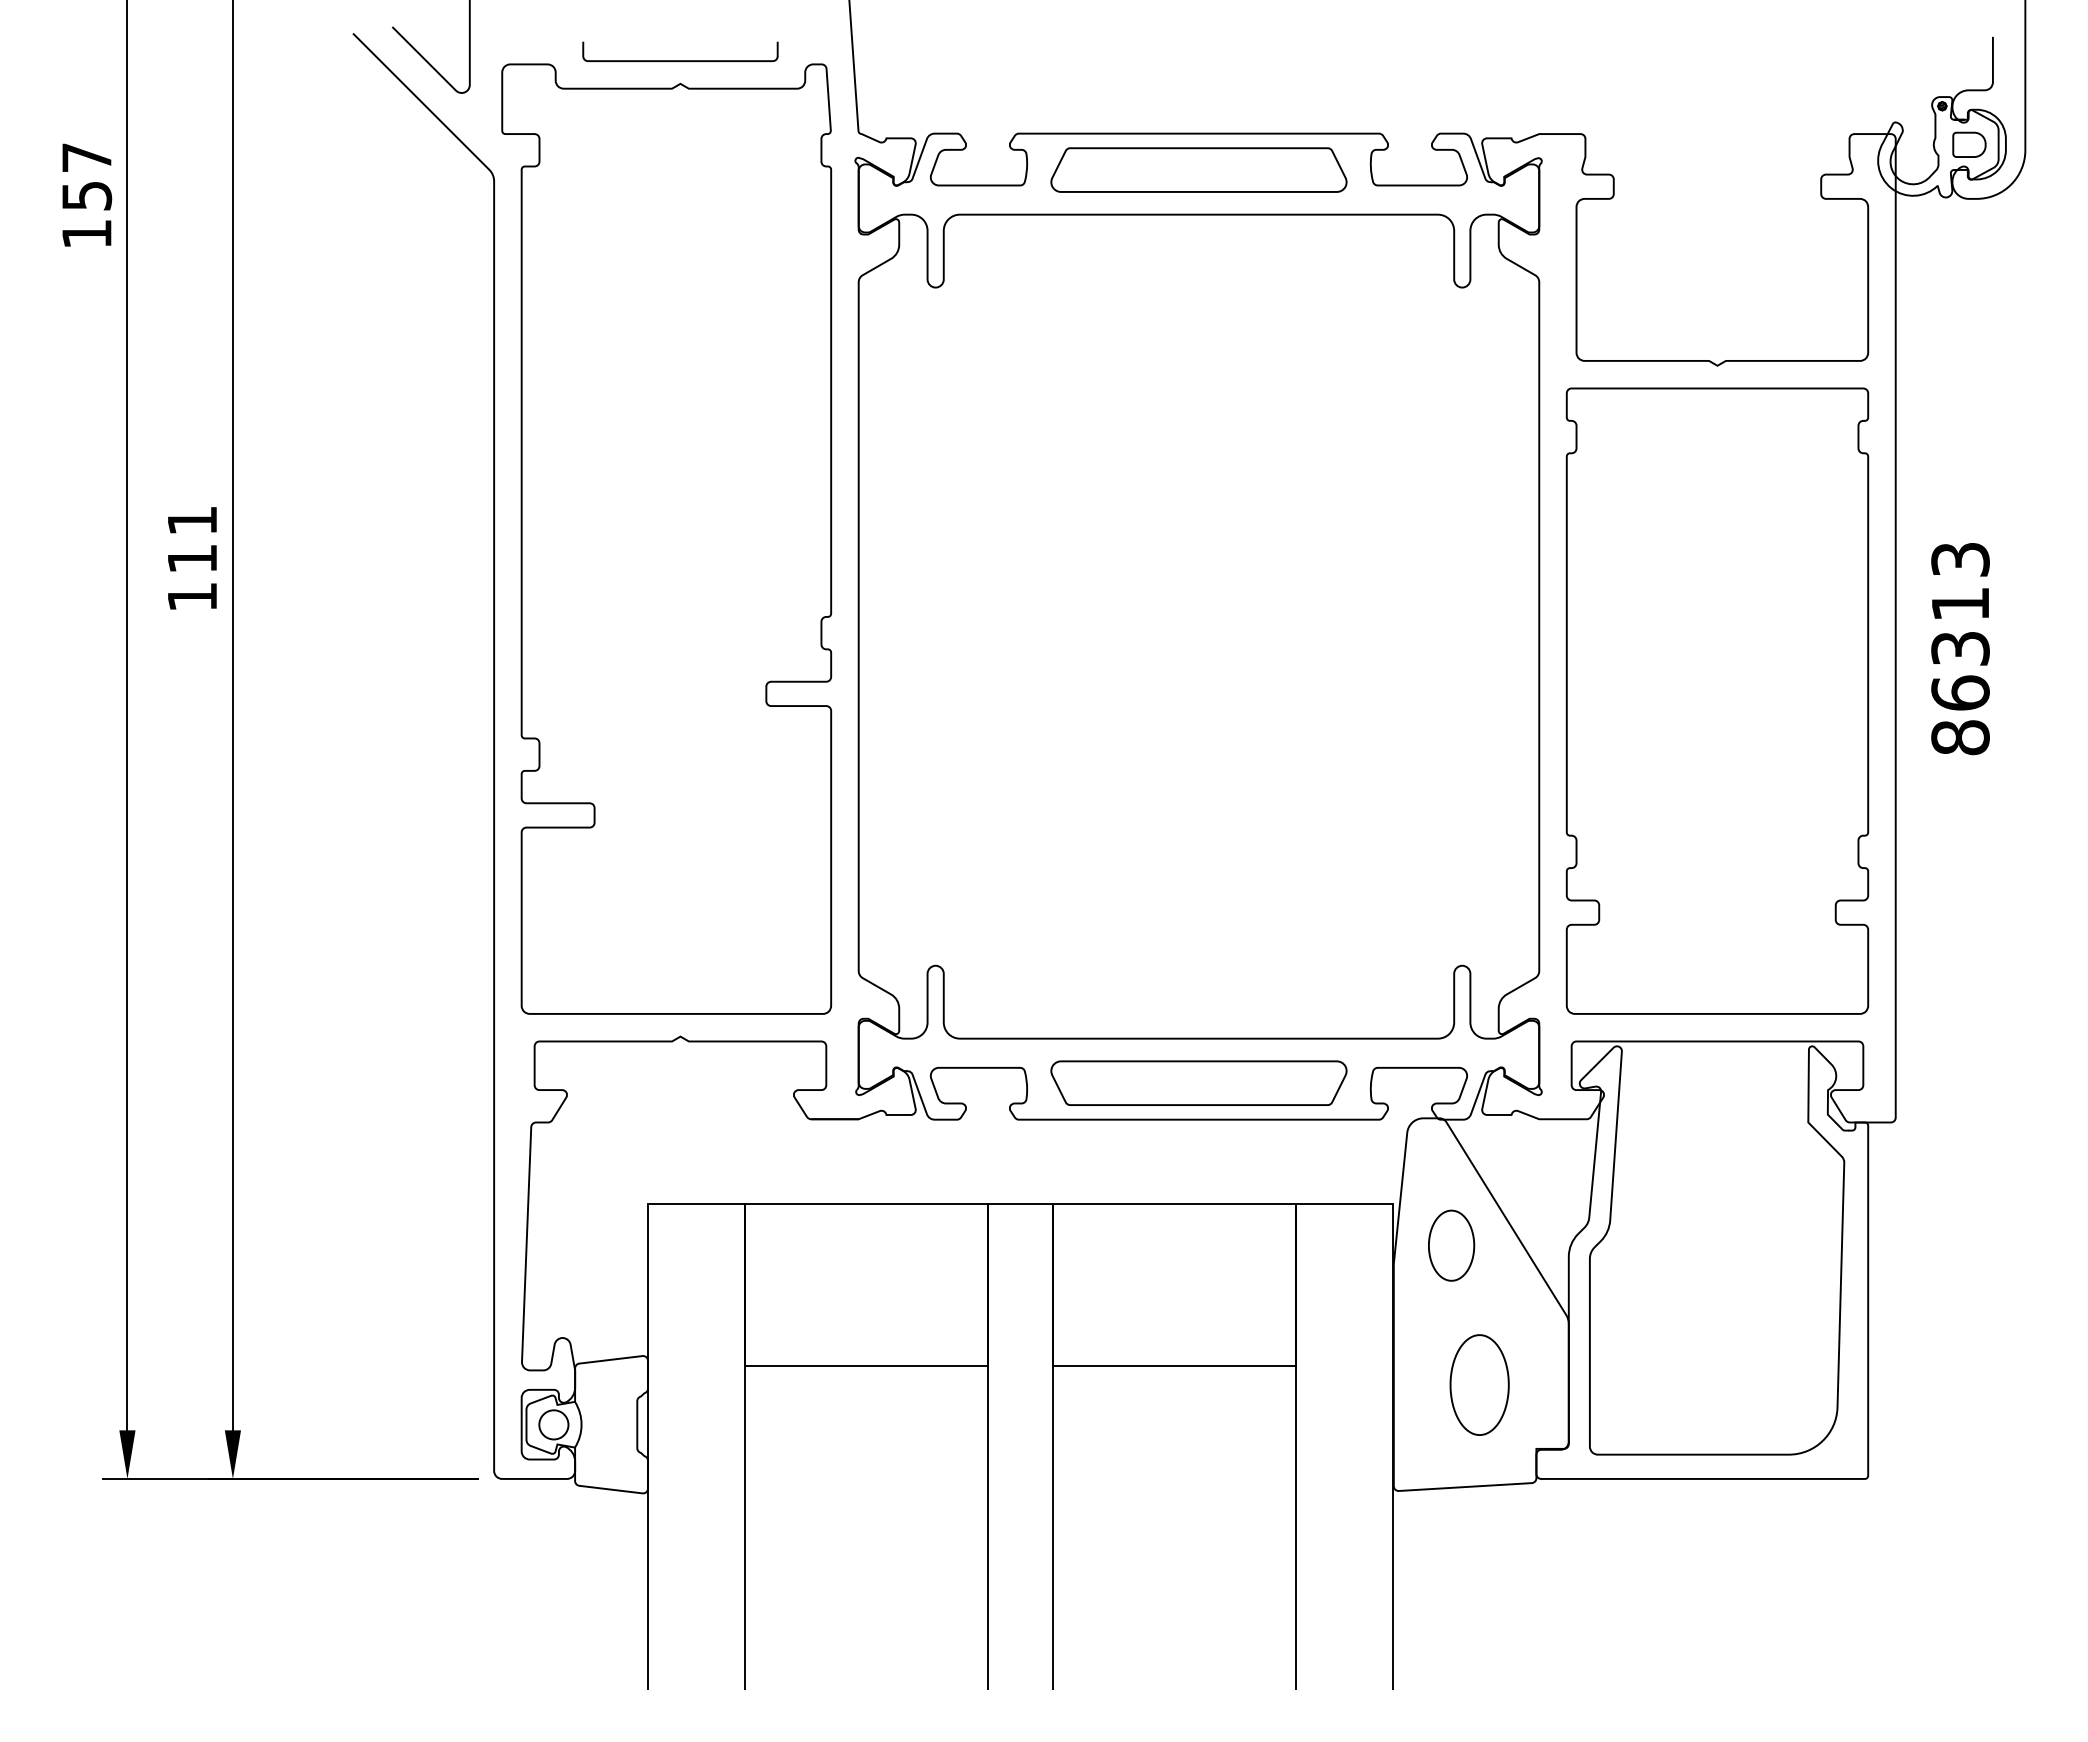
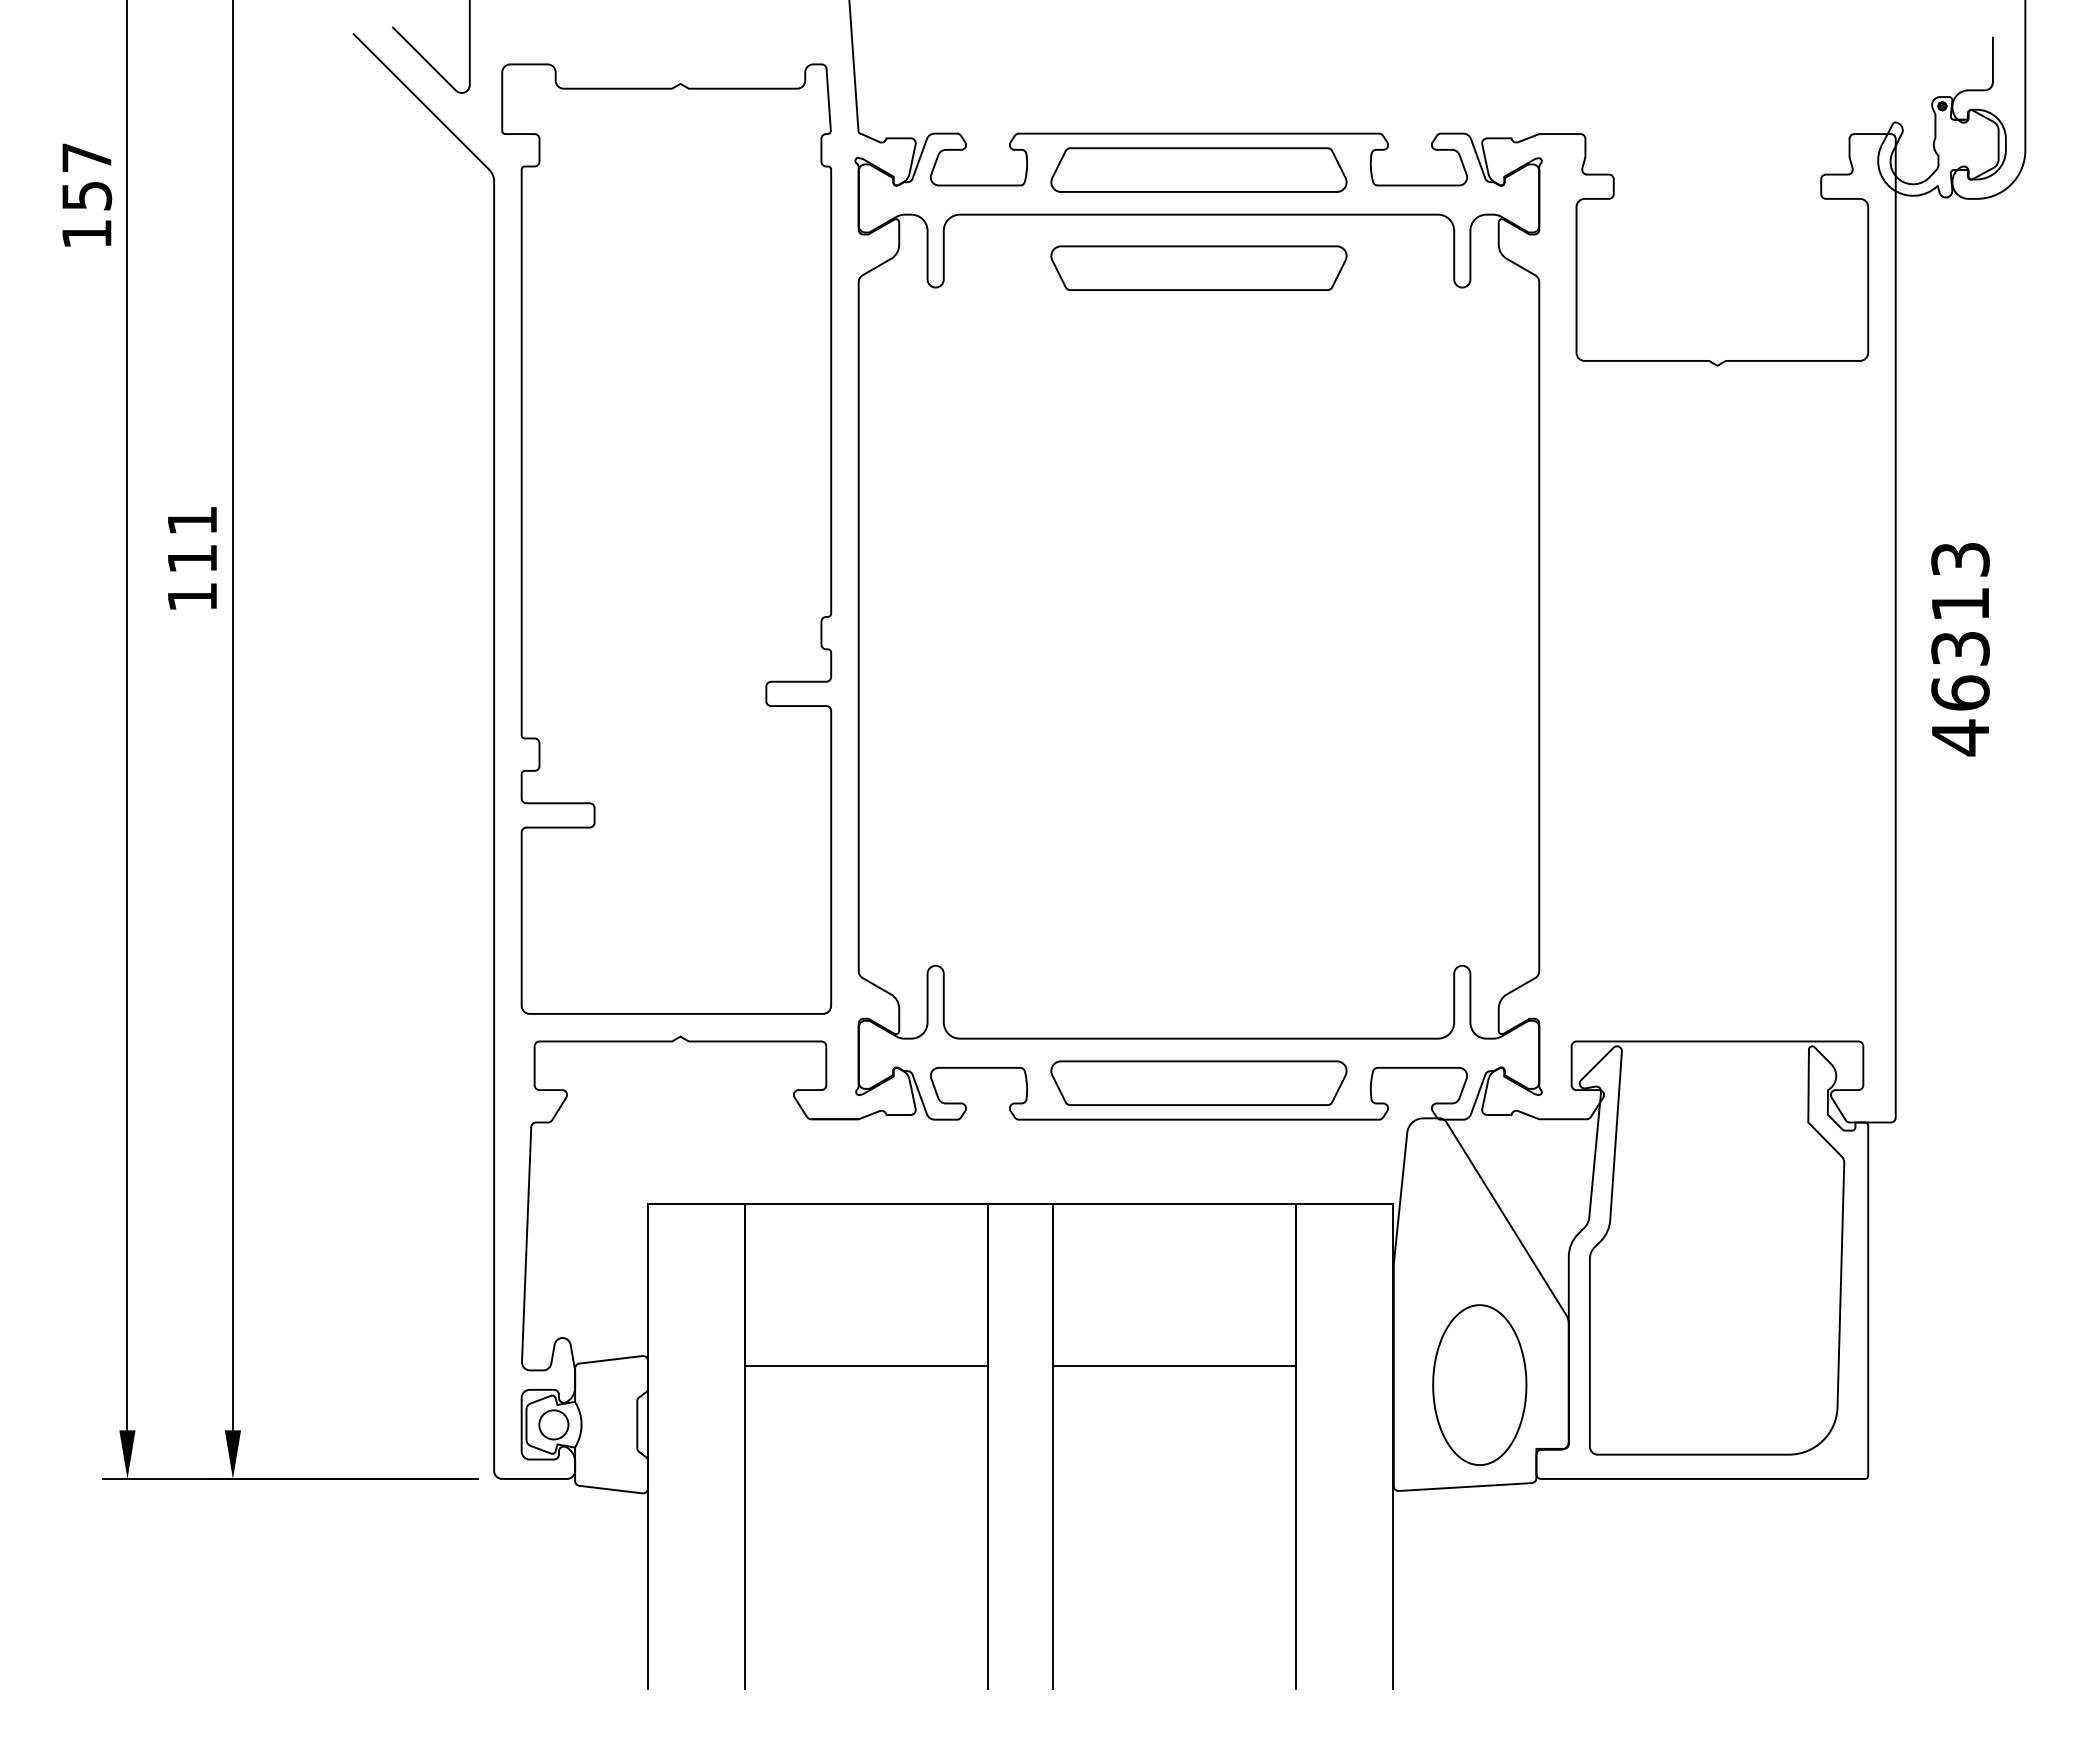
curve at (680, 60): present -> none
part at (1969, 144): present -> none
part at (1198, 267): none -> present
part at (1717, 700): present -> none
text at (1960, 737): 86313 -> 46313
part at (1451, 1245): present -> none
part at (1479, 1384) size: 61x102 px -> 96x162 px
